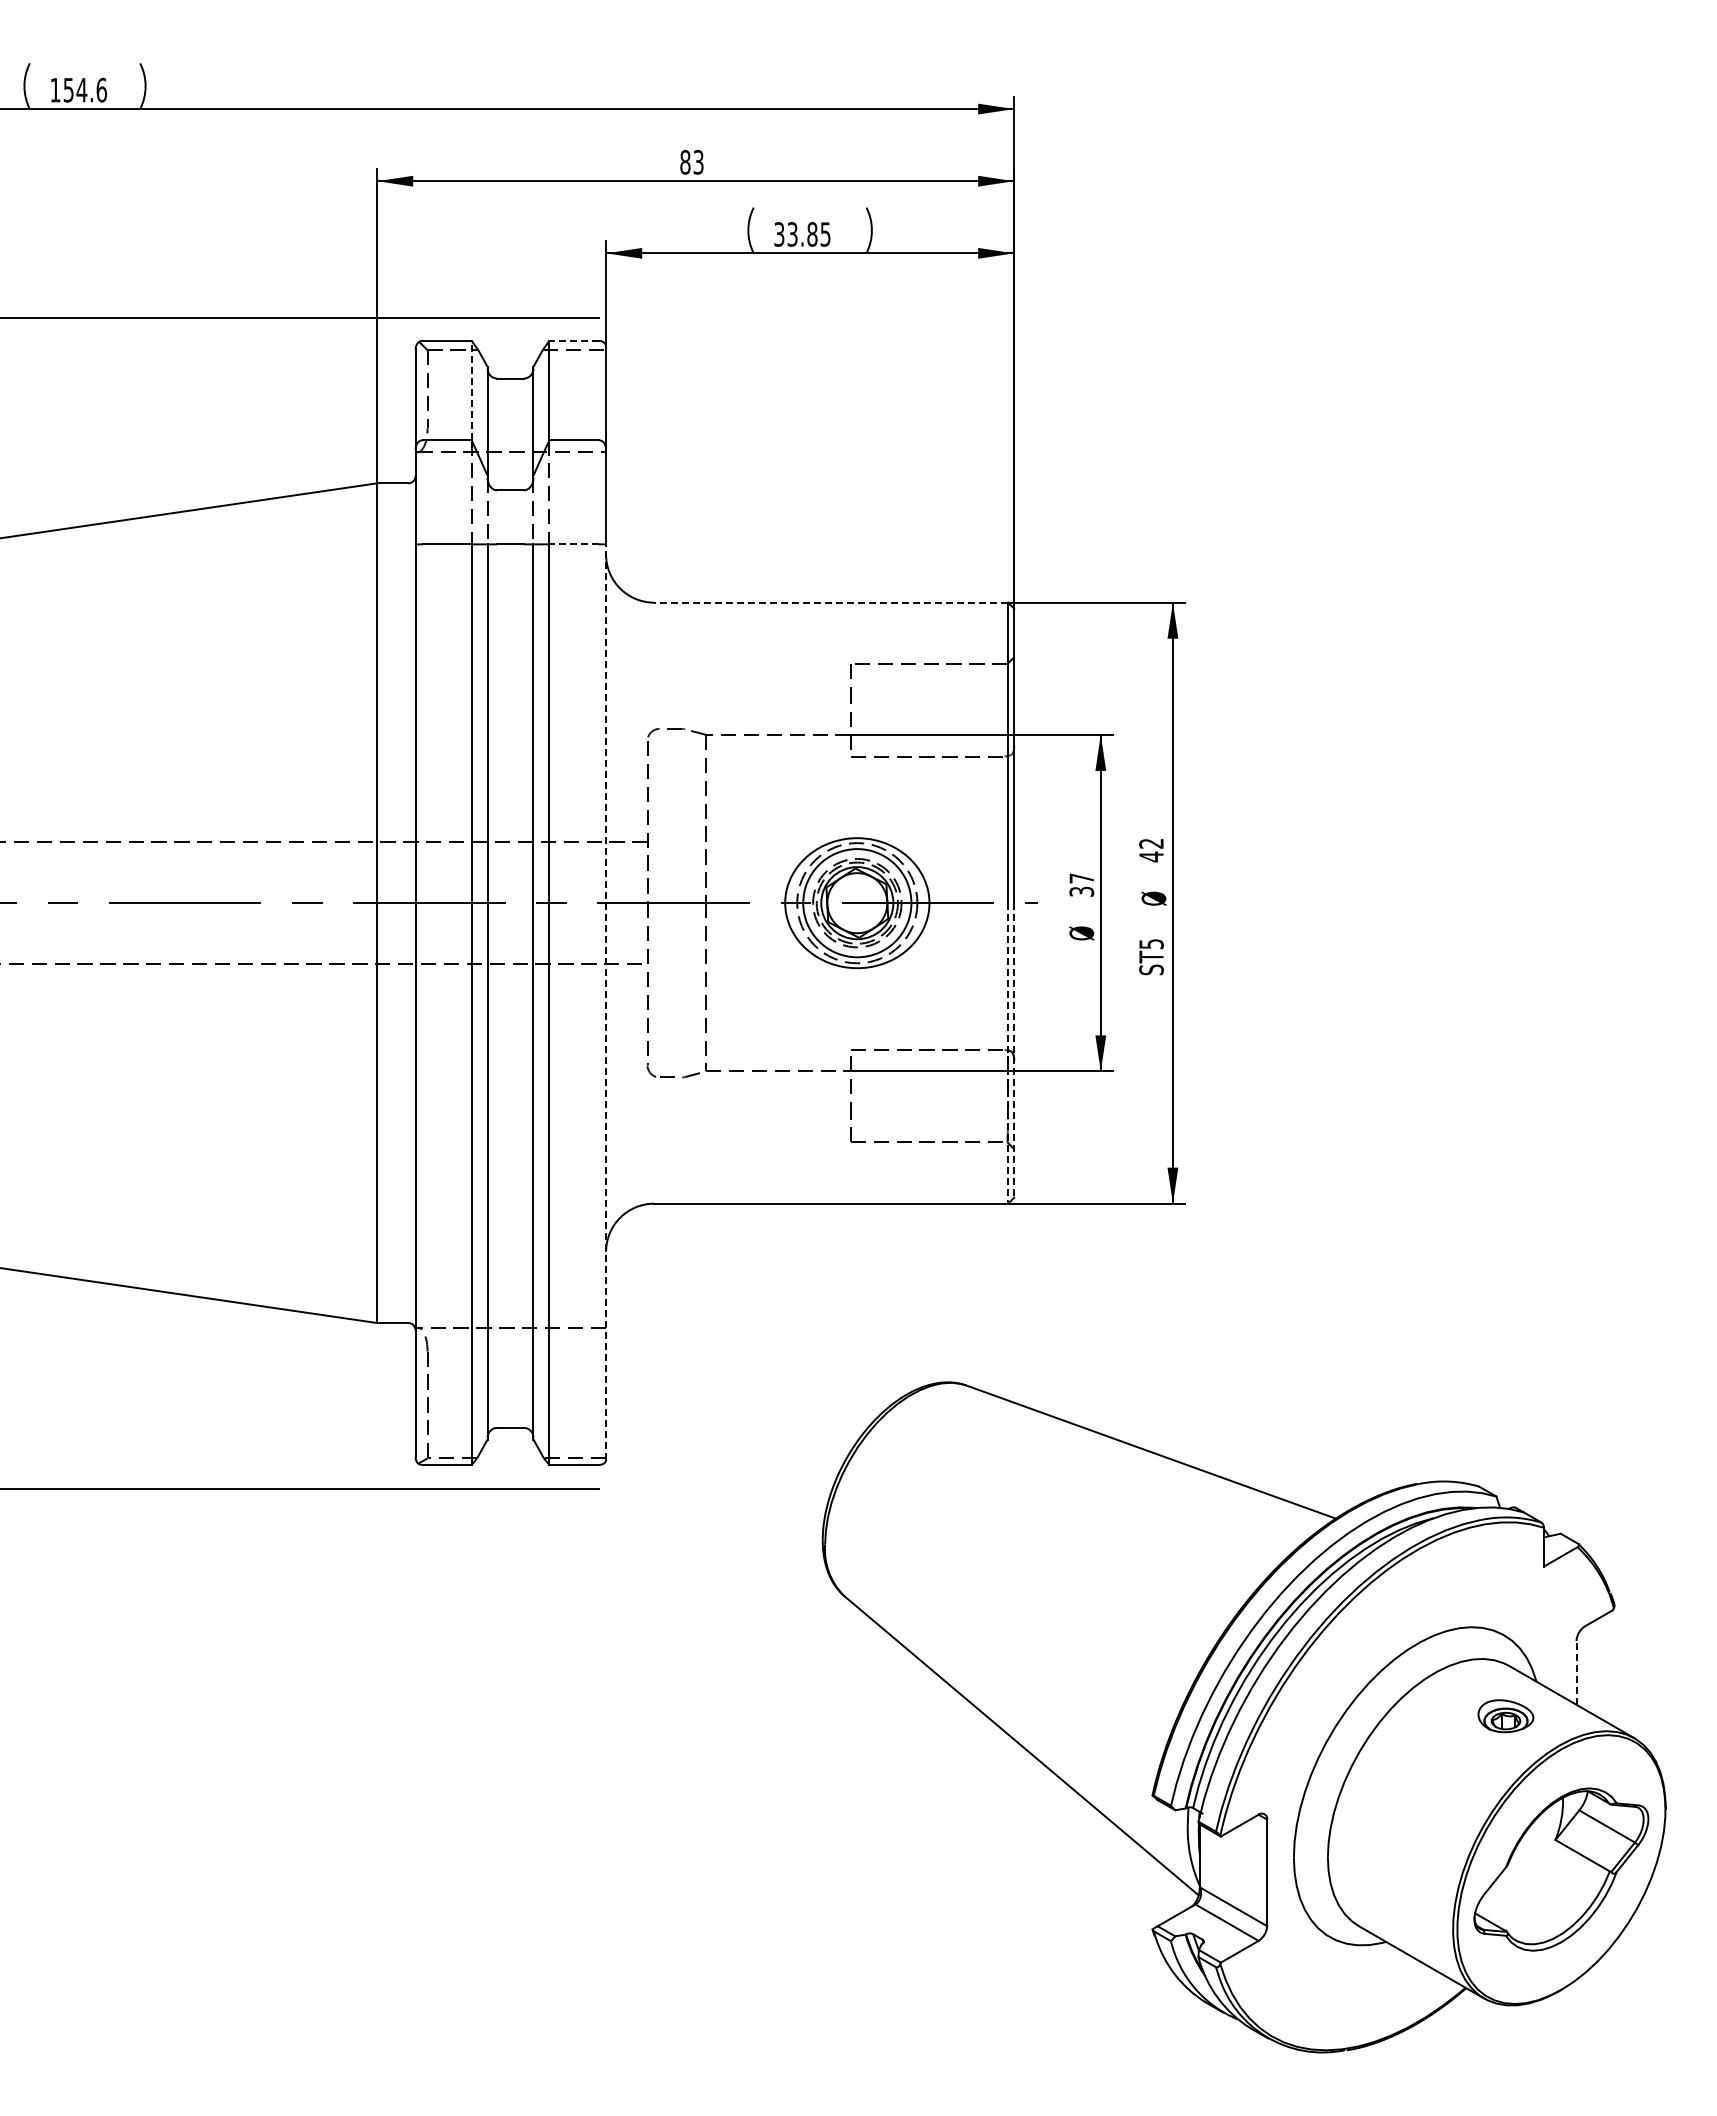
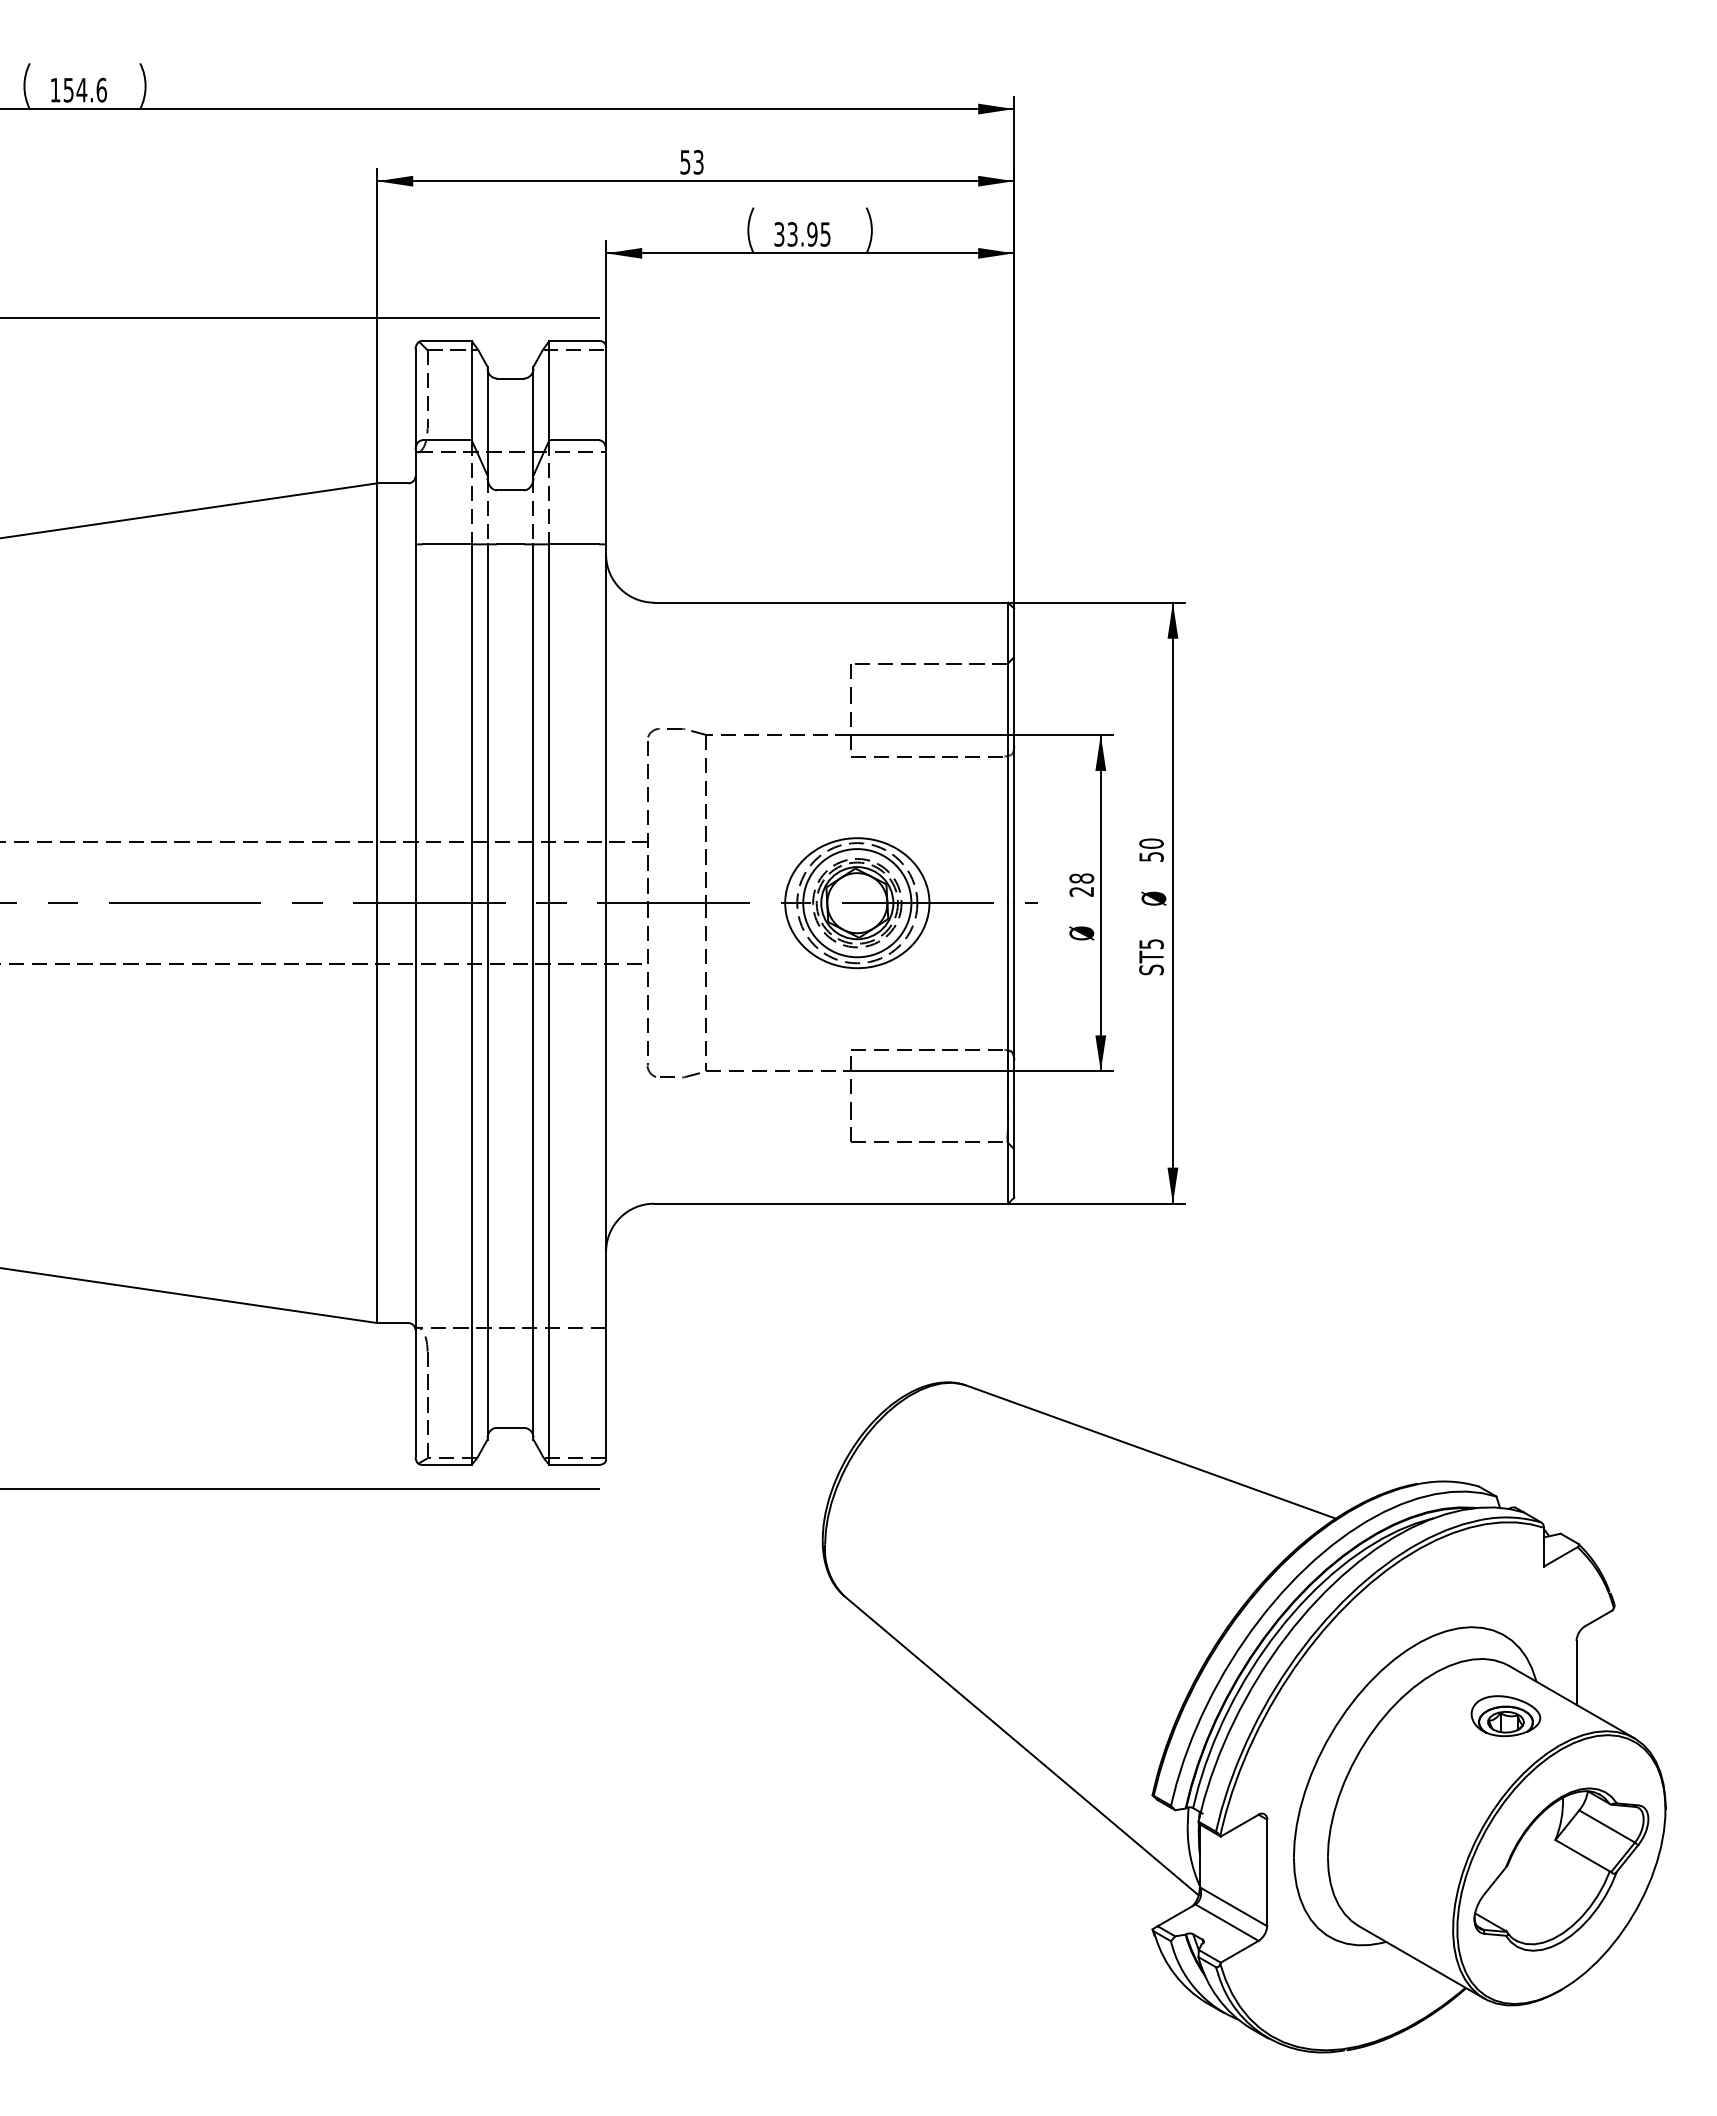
text at (685, 162): 83 -> 53
text at (812, 234): 33.85 -> 33.95
line at (574, 340): dashed -> solid
line at (471, 390): dashed -> solid
line at (574, 544): dashed -> solid
line at (830, 602): dashed -> solid
text at (1151, 850): 42 -> 50
text at (1081, 884): 37 -> 28
line at (606, 1002): dashed -> solid
line at (1014, 1050): dashed -> solid
line at (1008, 1053): dashed -> solid
line at (1576, 1672): dashed -> solid
part at (1505, 1716) size: 58x35 px -> 72x43 px
